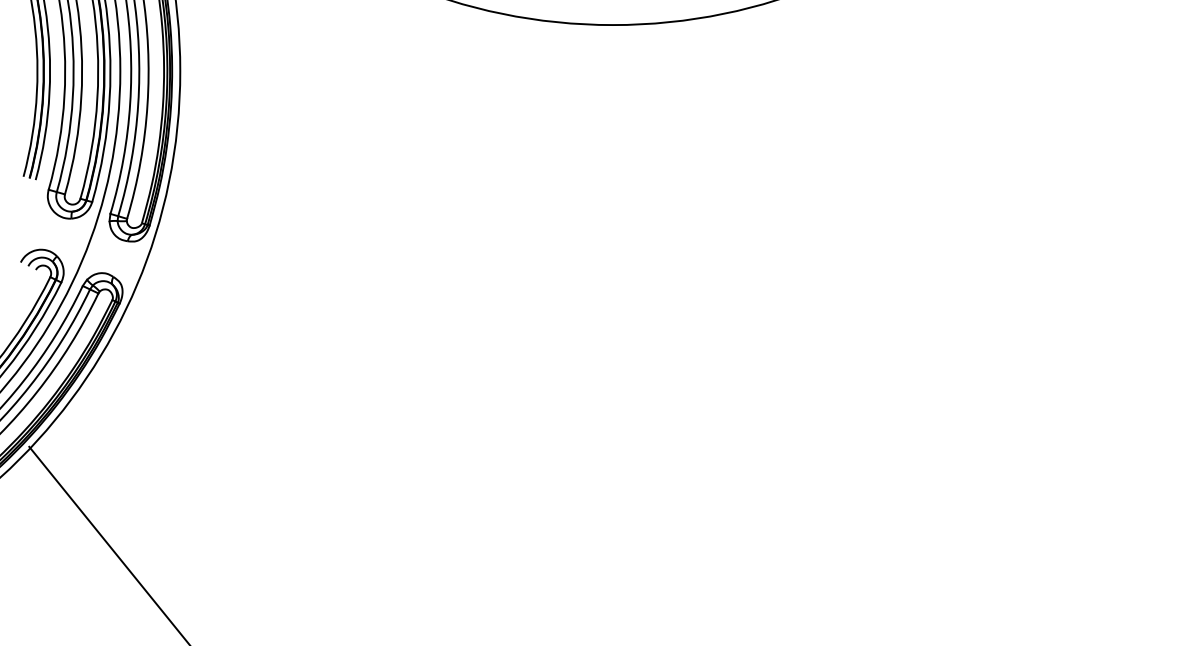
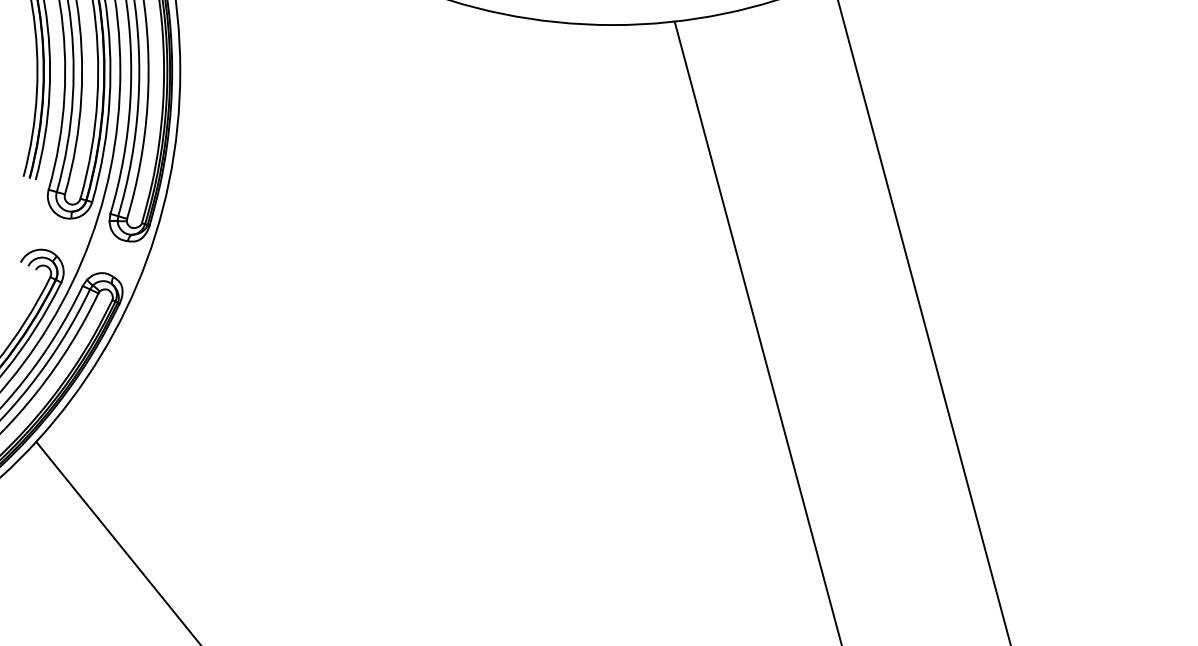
line at (924, 322): none -> present
line at (757, 331): none -> present
line at (108, 544) position: (108, 544) -> (117, 541)
